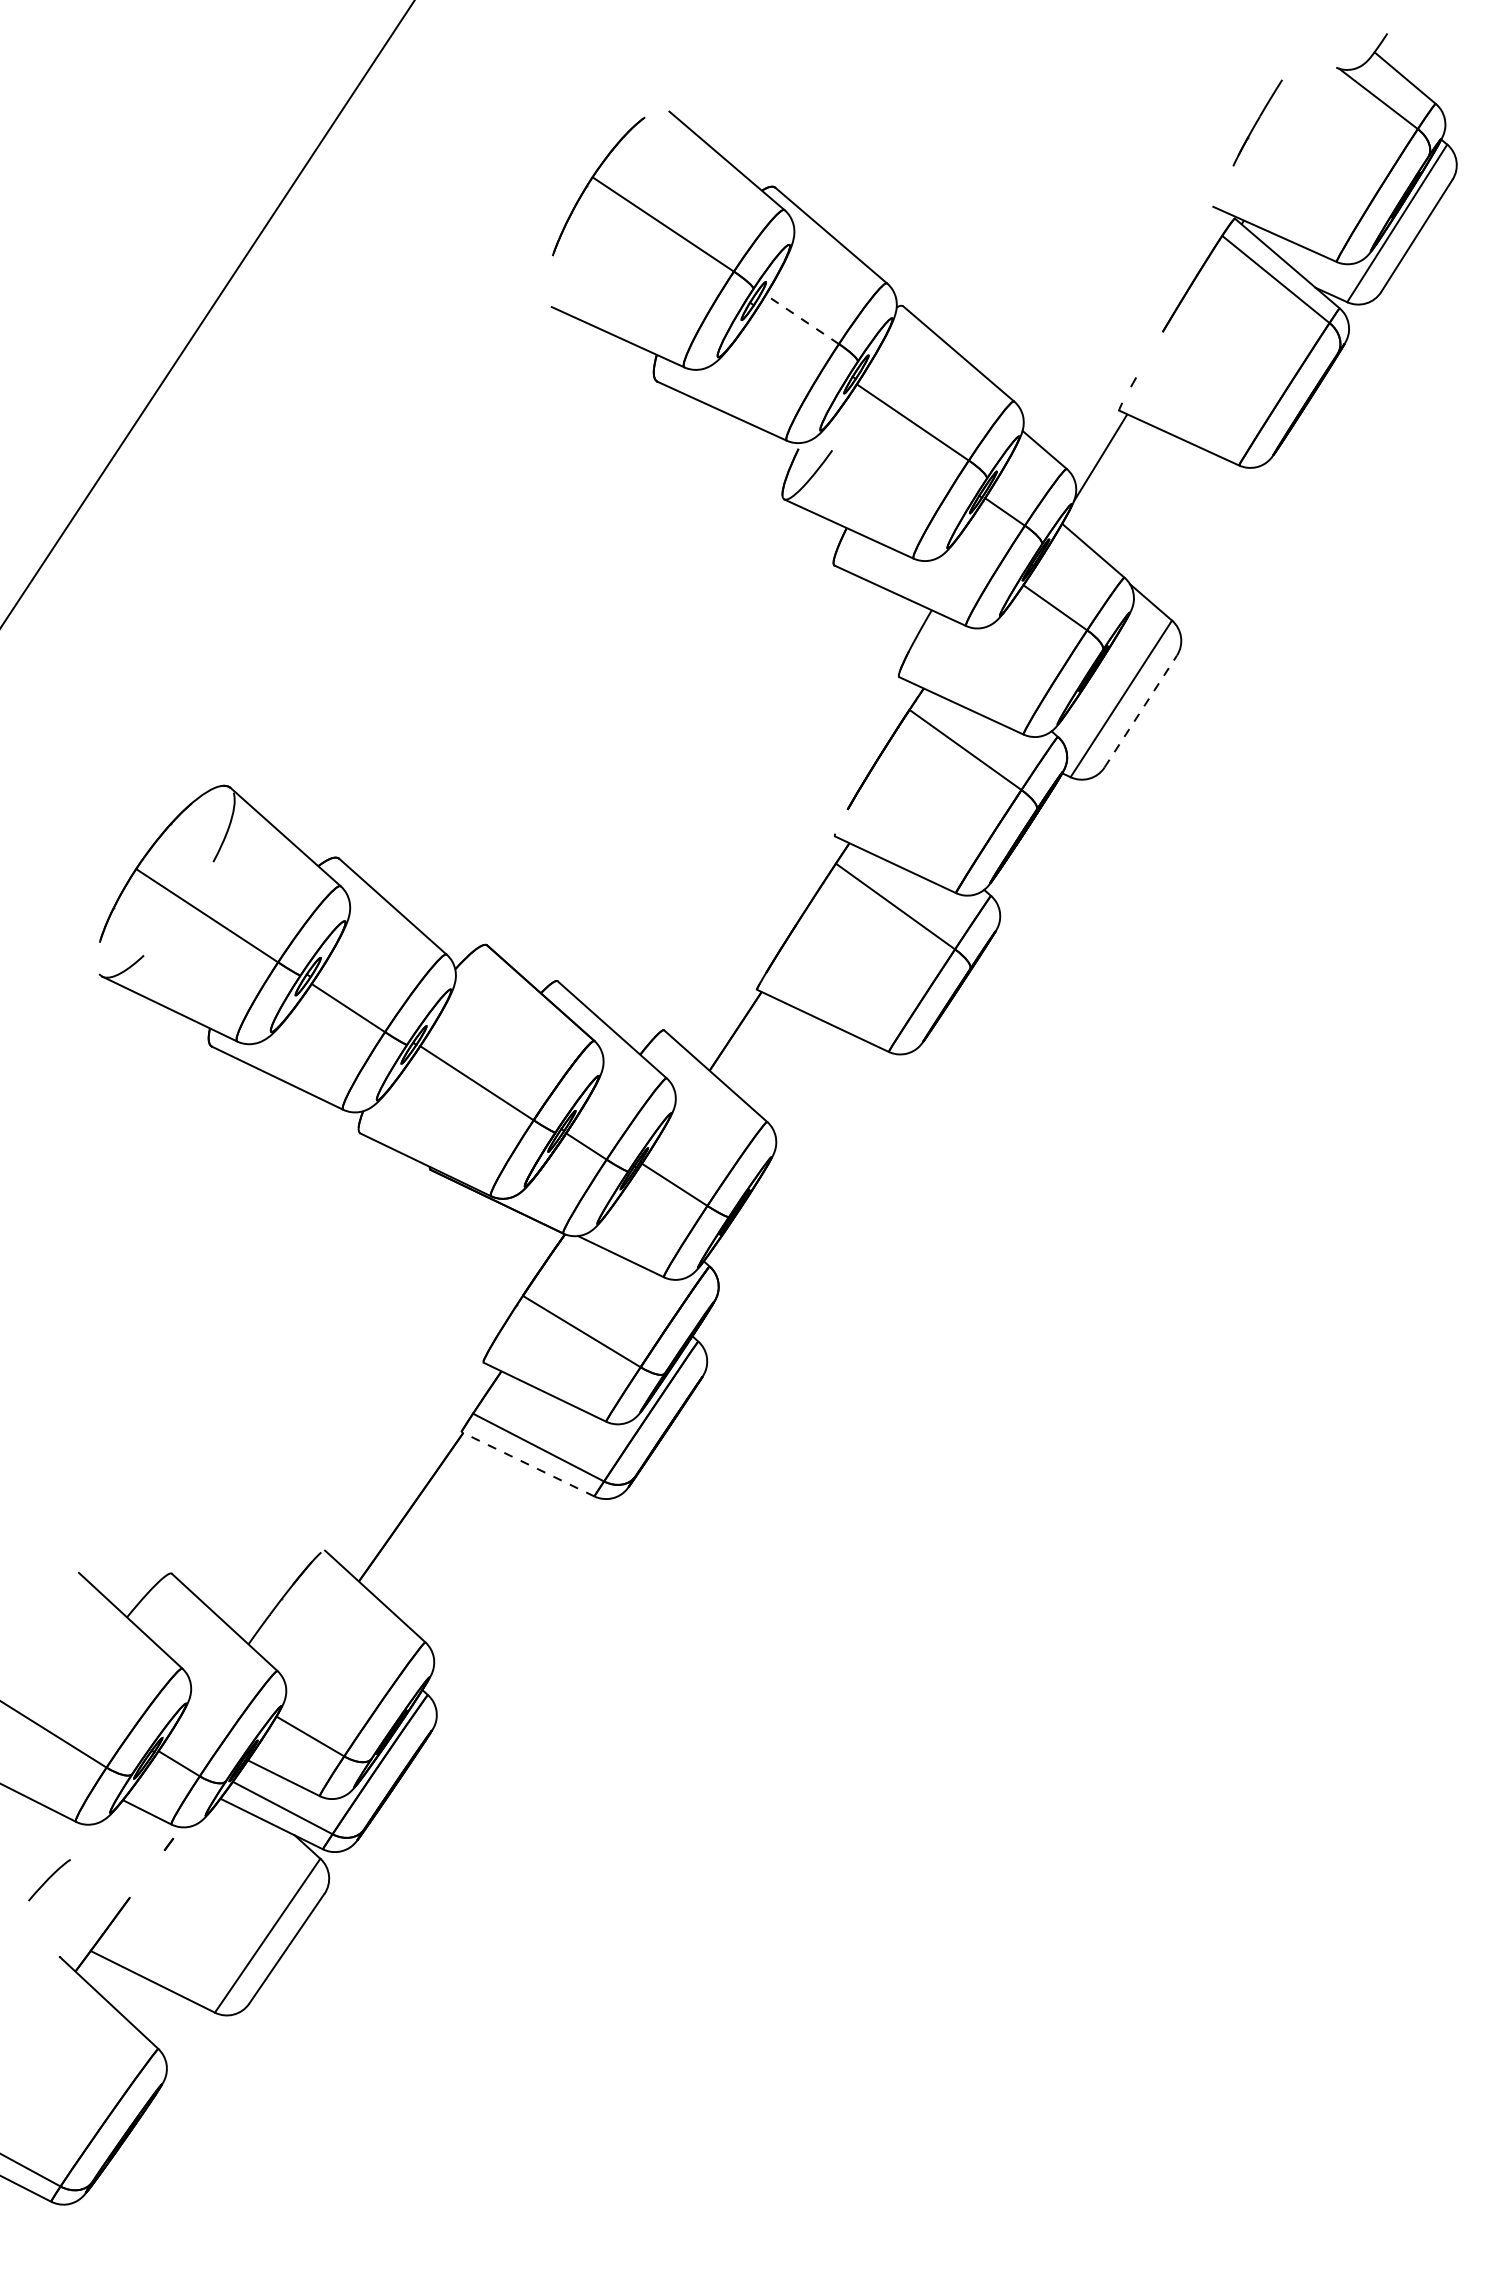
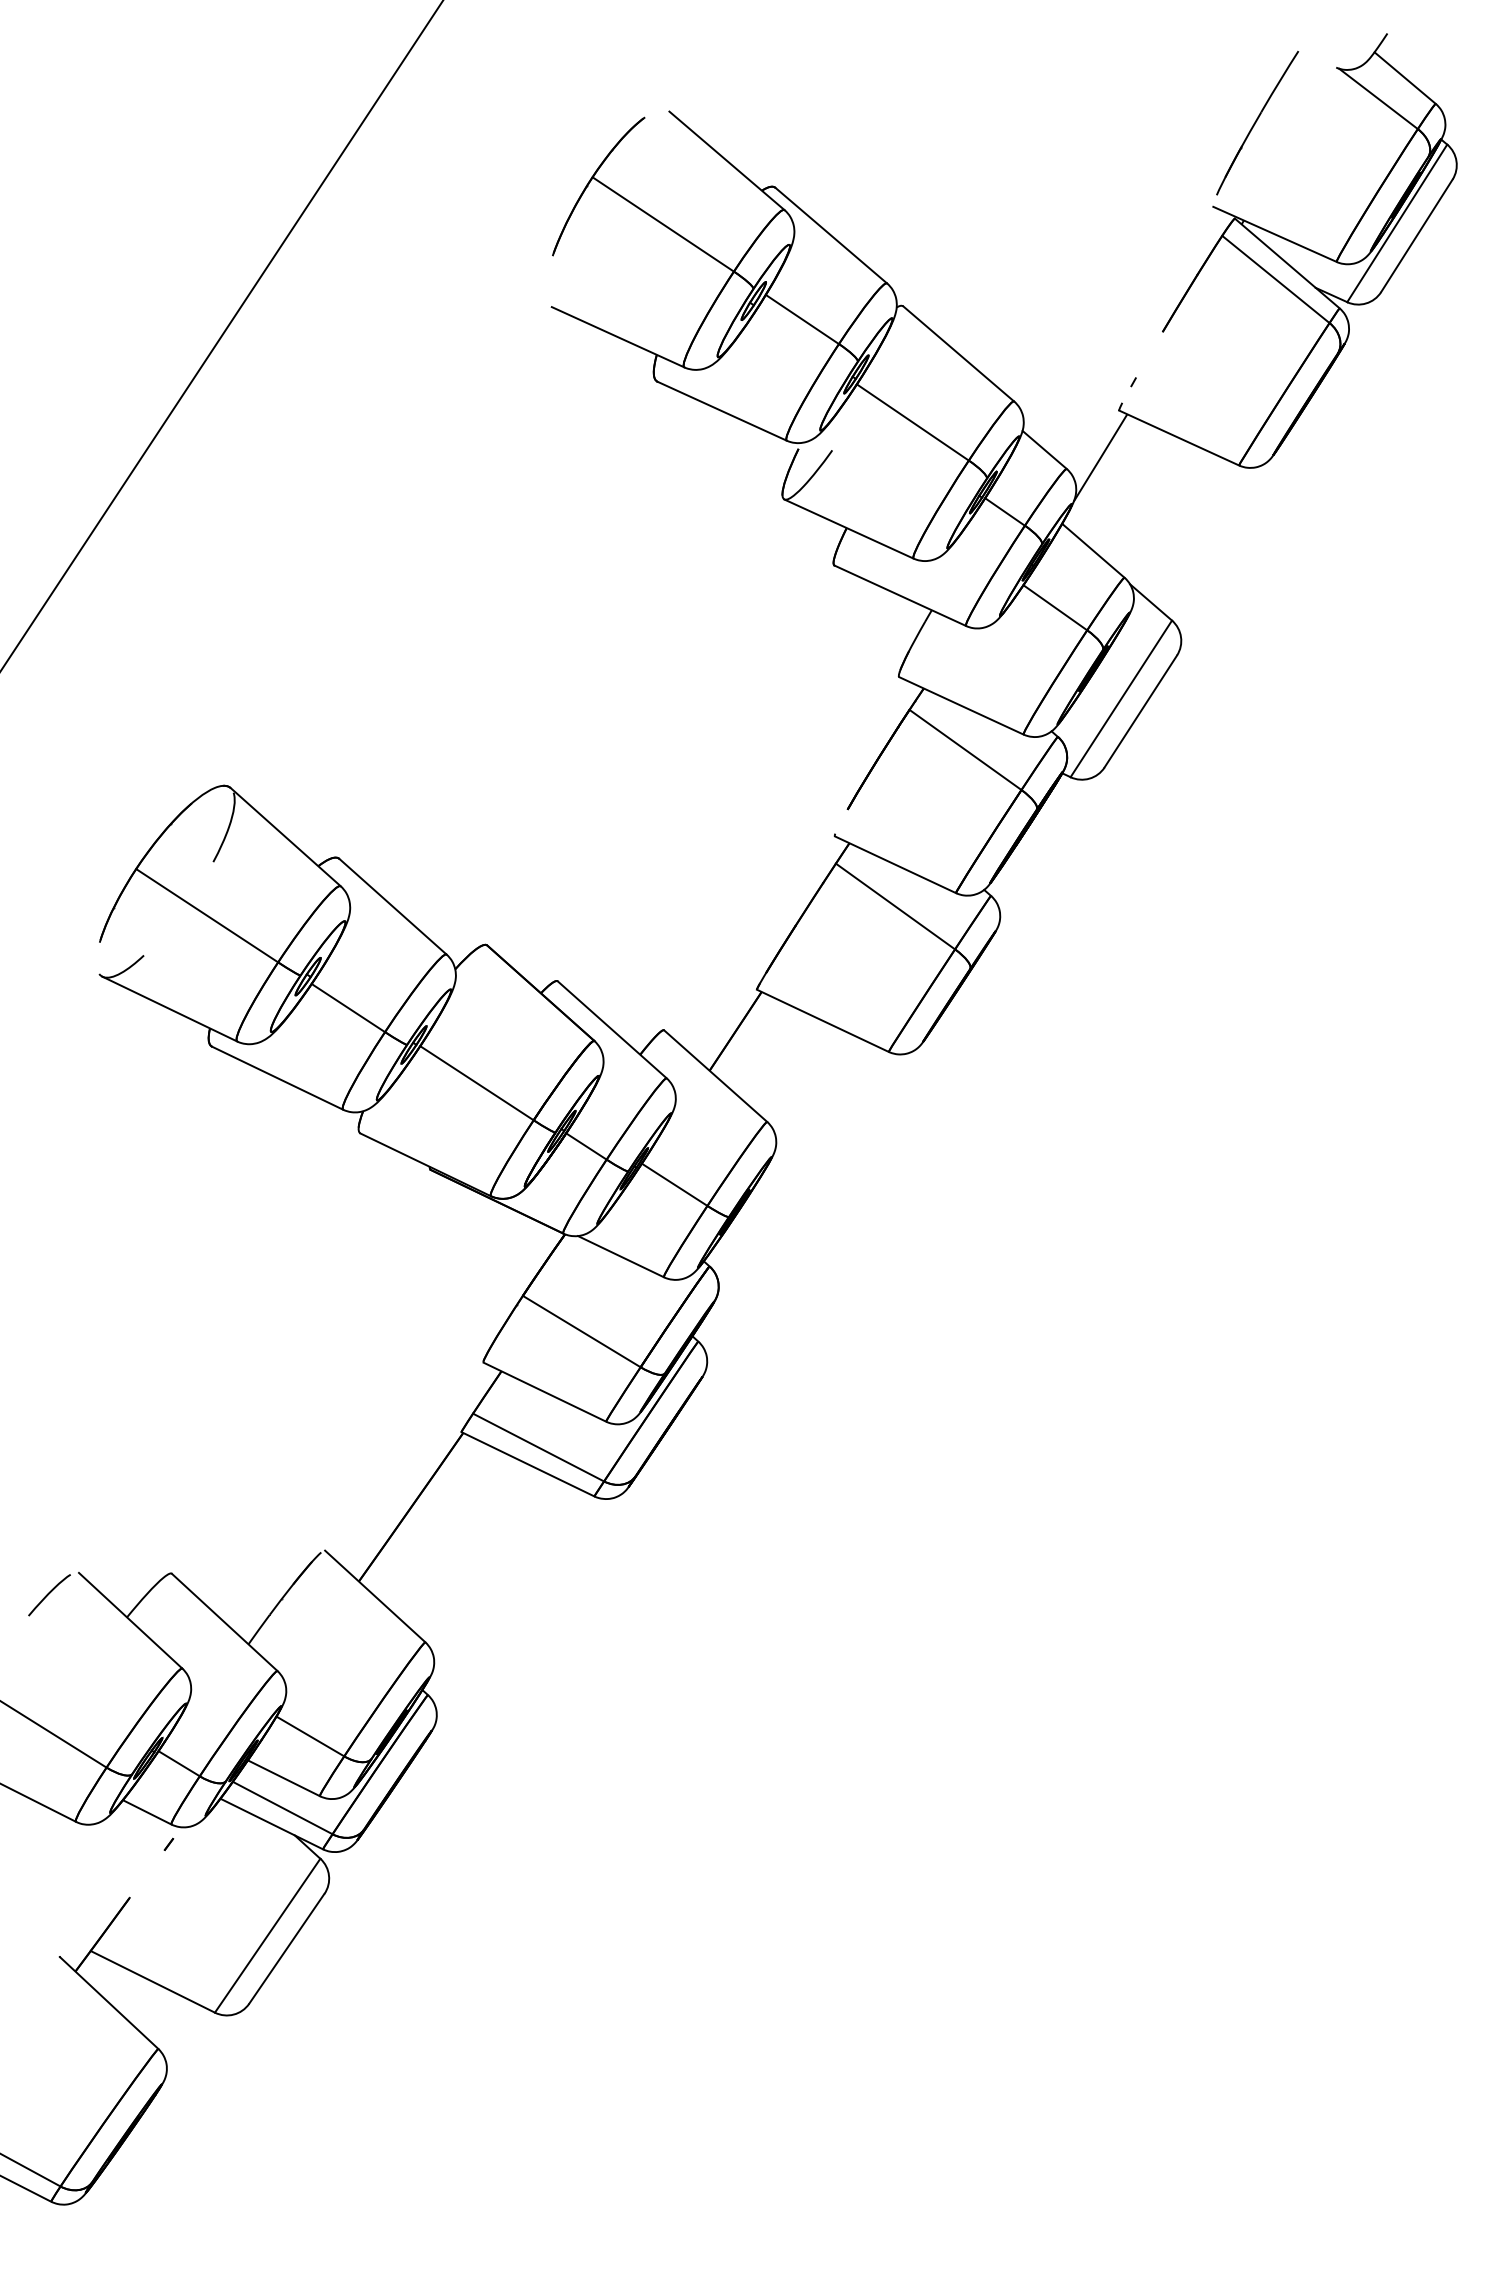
part at (1257, 122) size: 51x88 px -> 84x146 px
line at (207, 313) position: (207, 313) -> (222, 335)
line at (802, 319): dashed -> solid
line at (1140, 711): dashed -> solid
line at (527, 1464): dashed -> solid
curve at (49, 1879) position: (49, 1879) -> (49, 1594)
